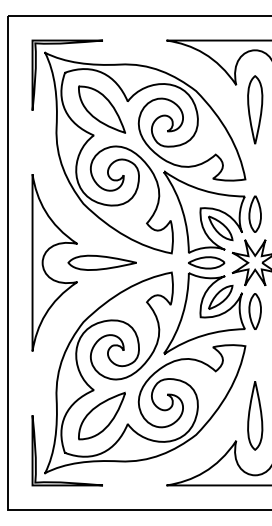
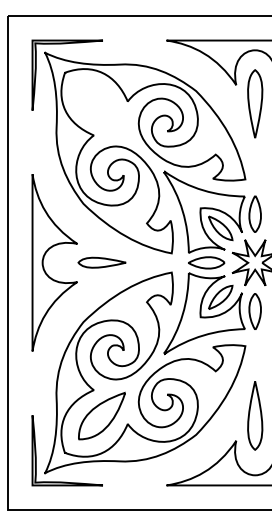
part at (101, 109): present -> none
part at (255, 109) position: (255, 109) -> (255, 103)
part at (101, 262) size: 70x17 px -> 50x13 px
